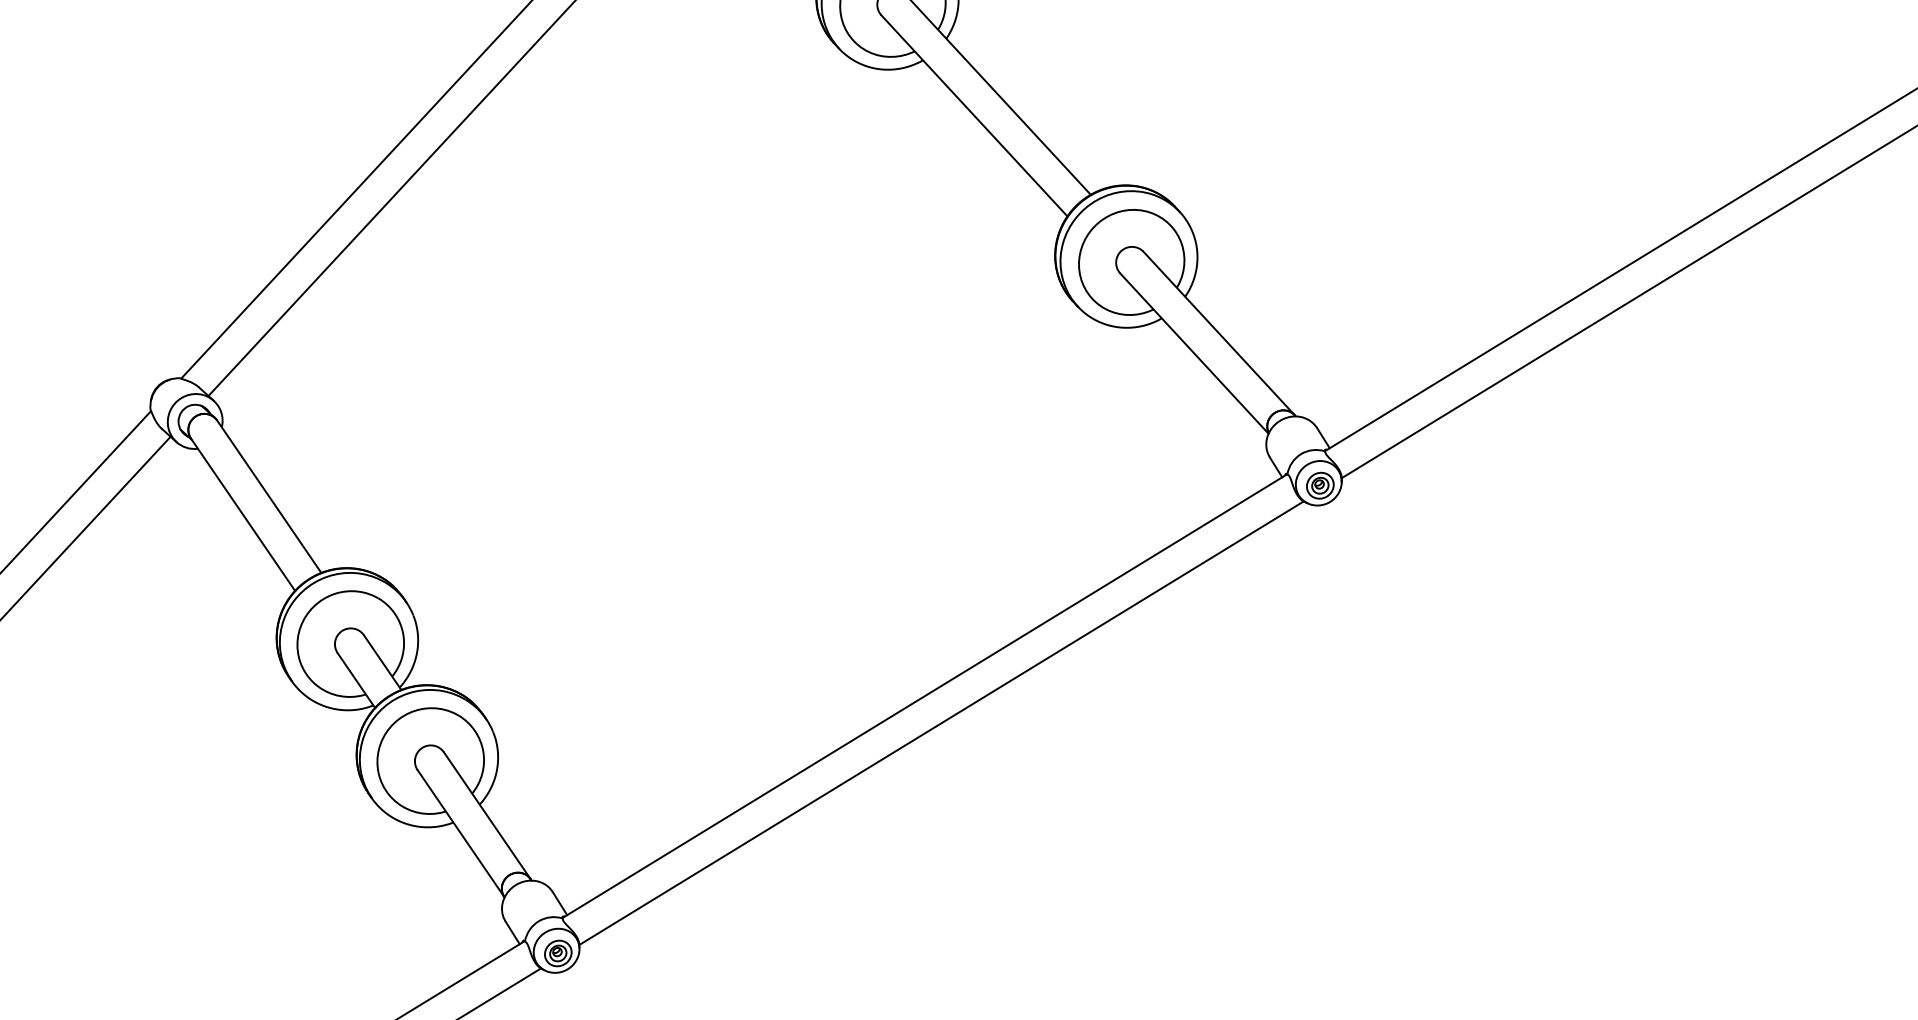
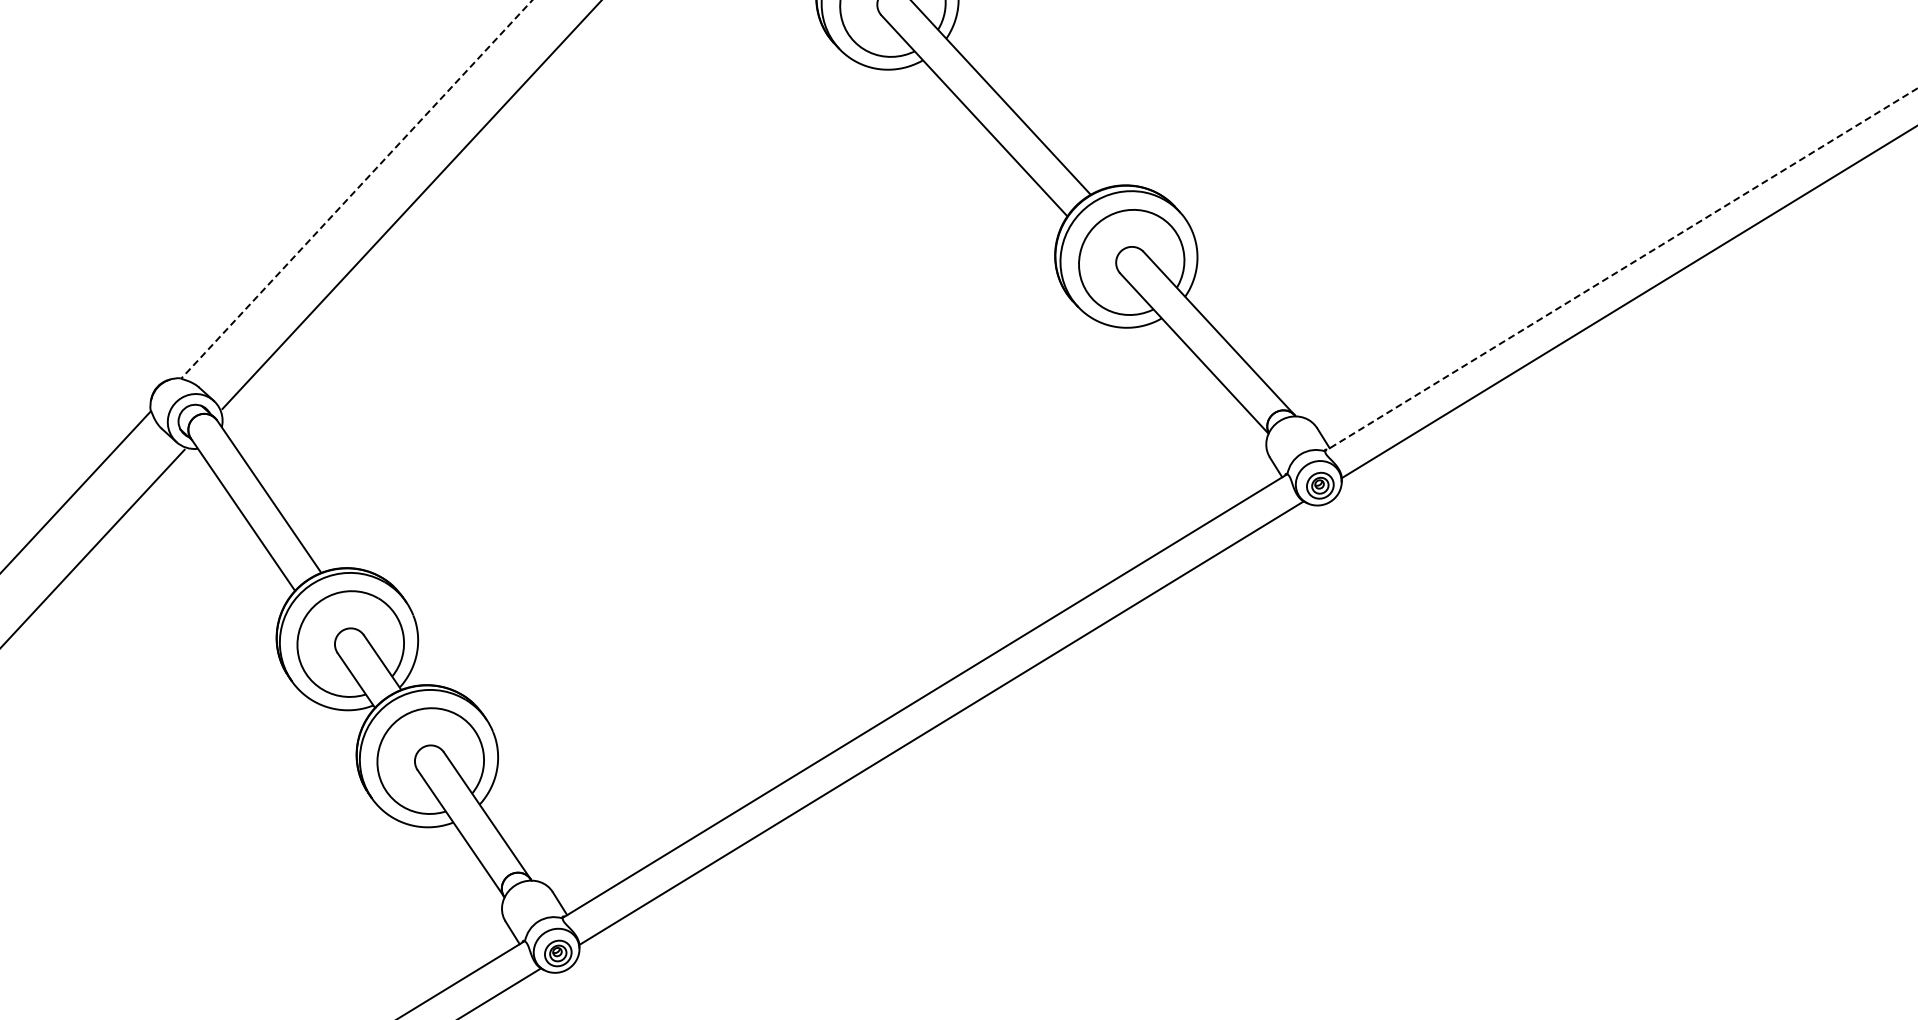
line at (356, 189): solid -> dashed
line at (390, 199) position: (390, 199) -> (411, 205)
line at (1621, 269): solid -> dashed
line at (86, 526) position: (86, 526) -> (93, 547)
